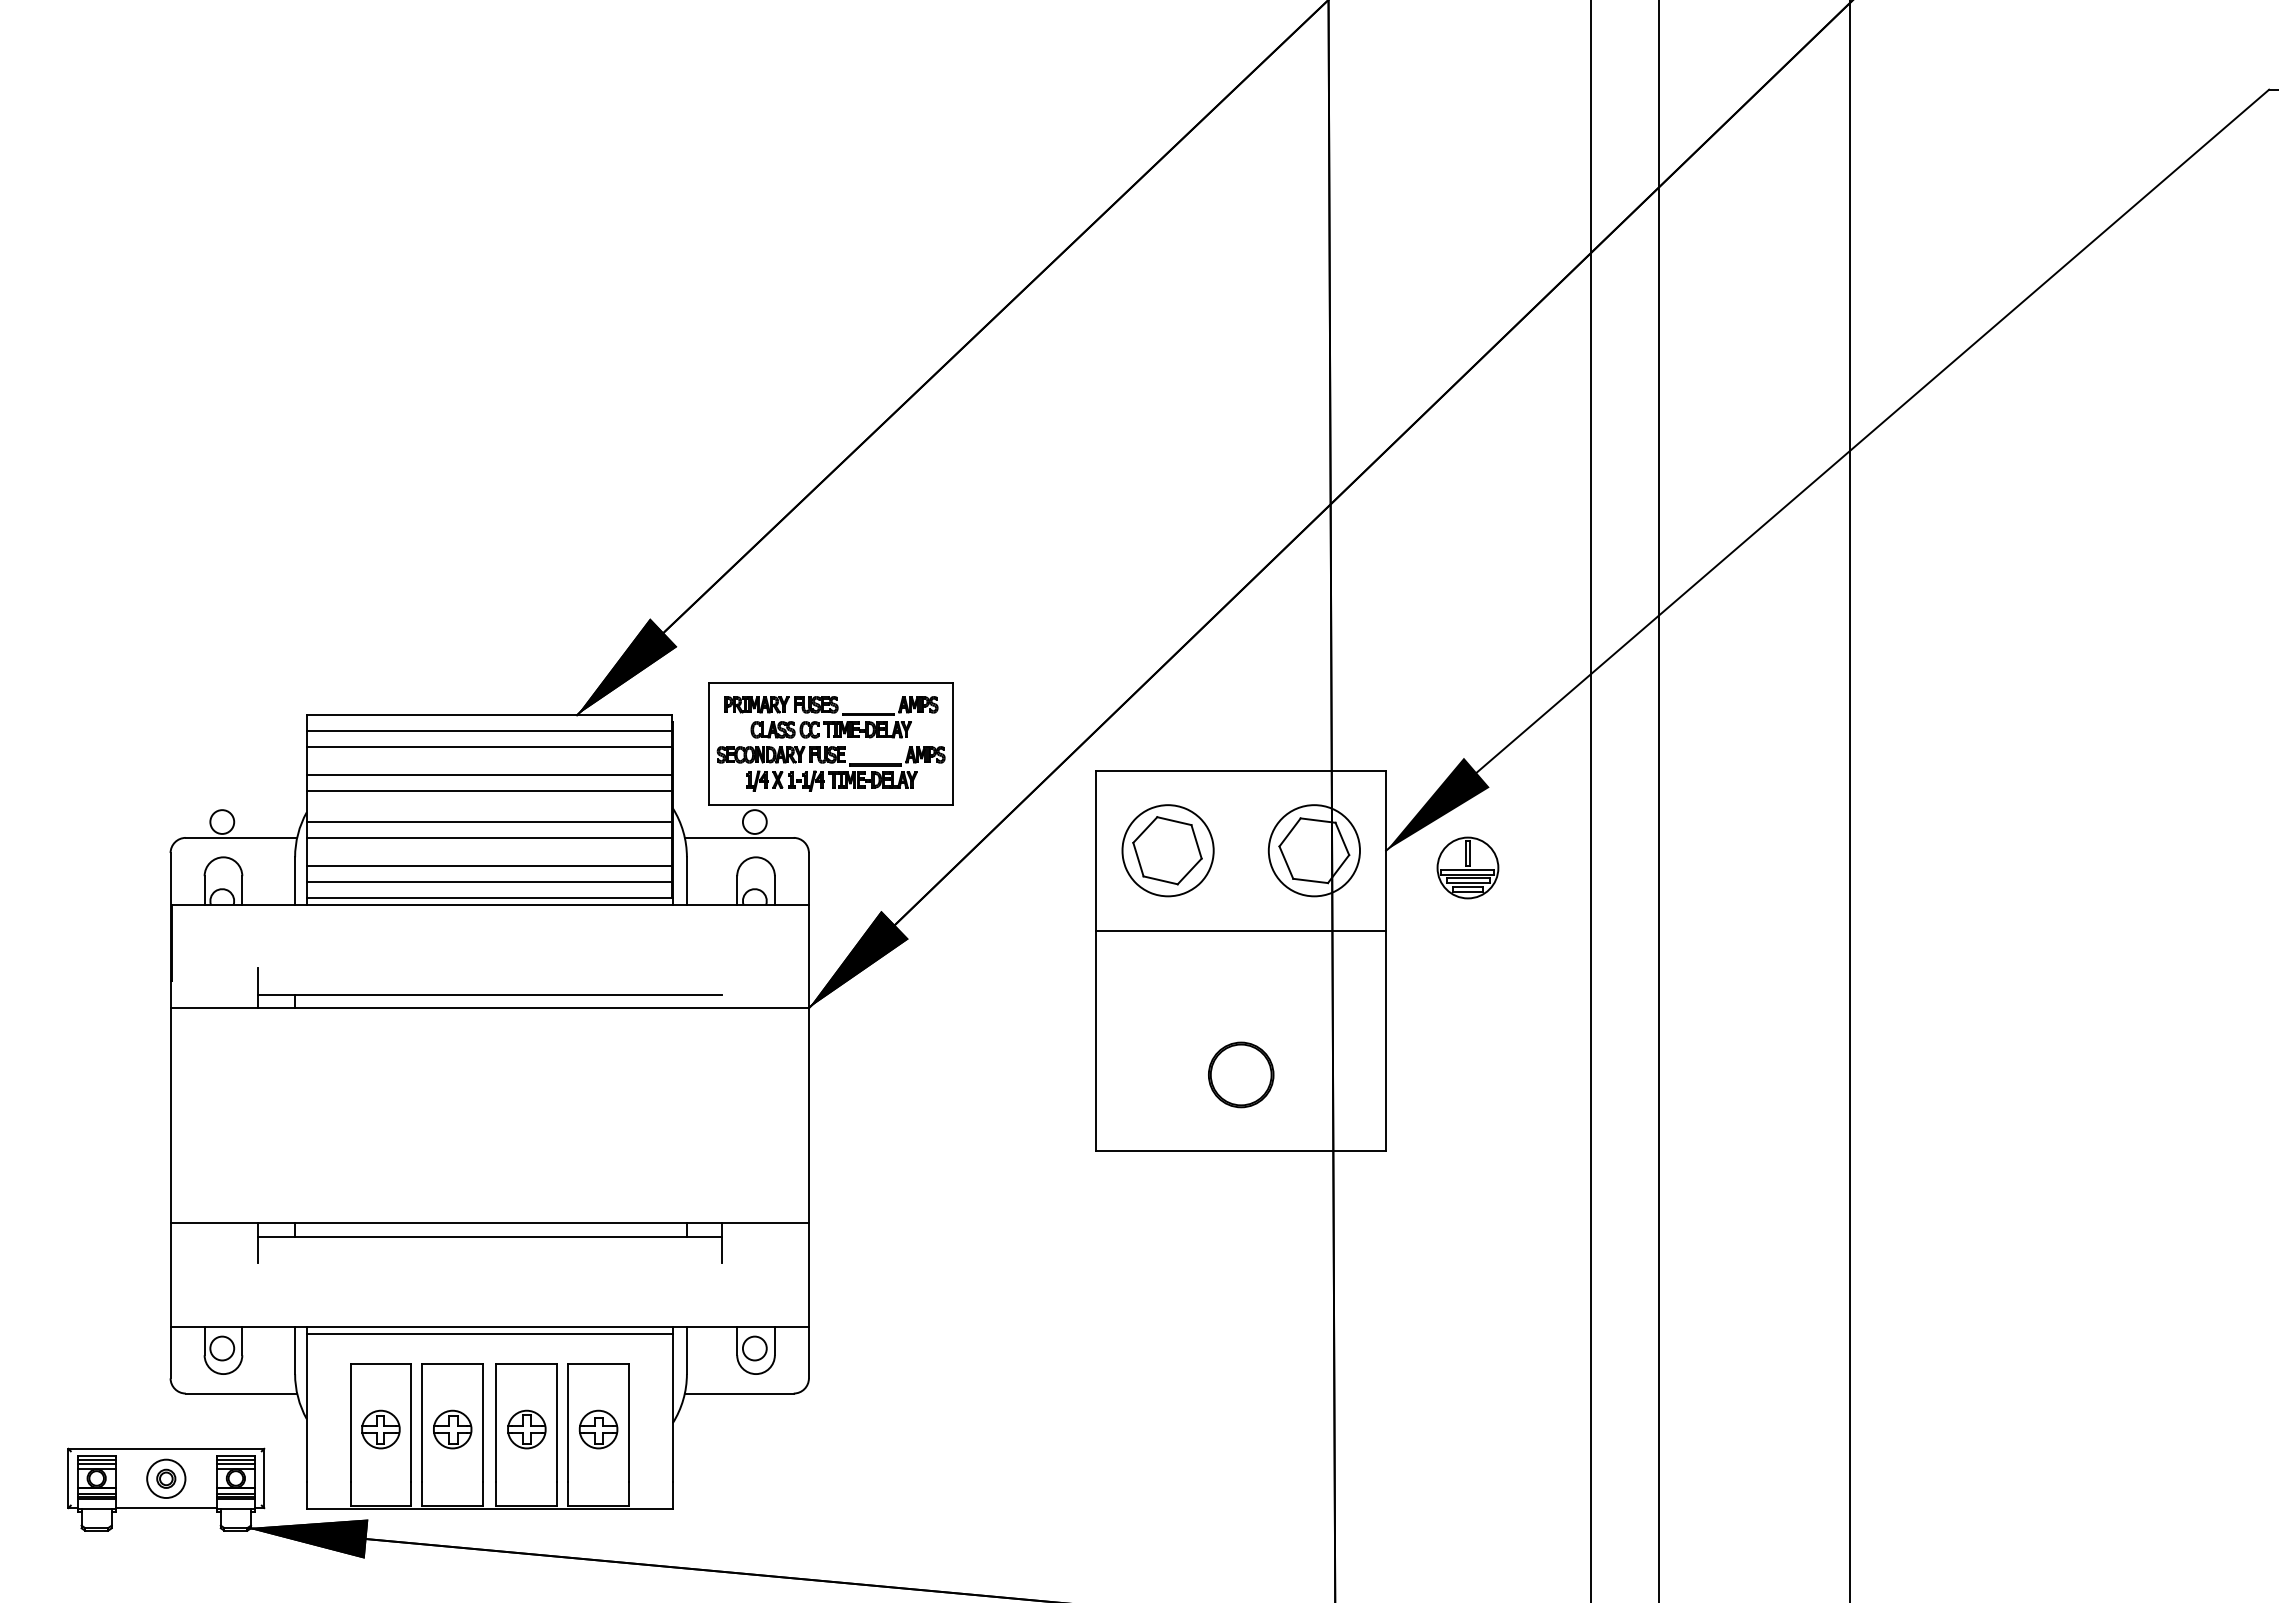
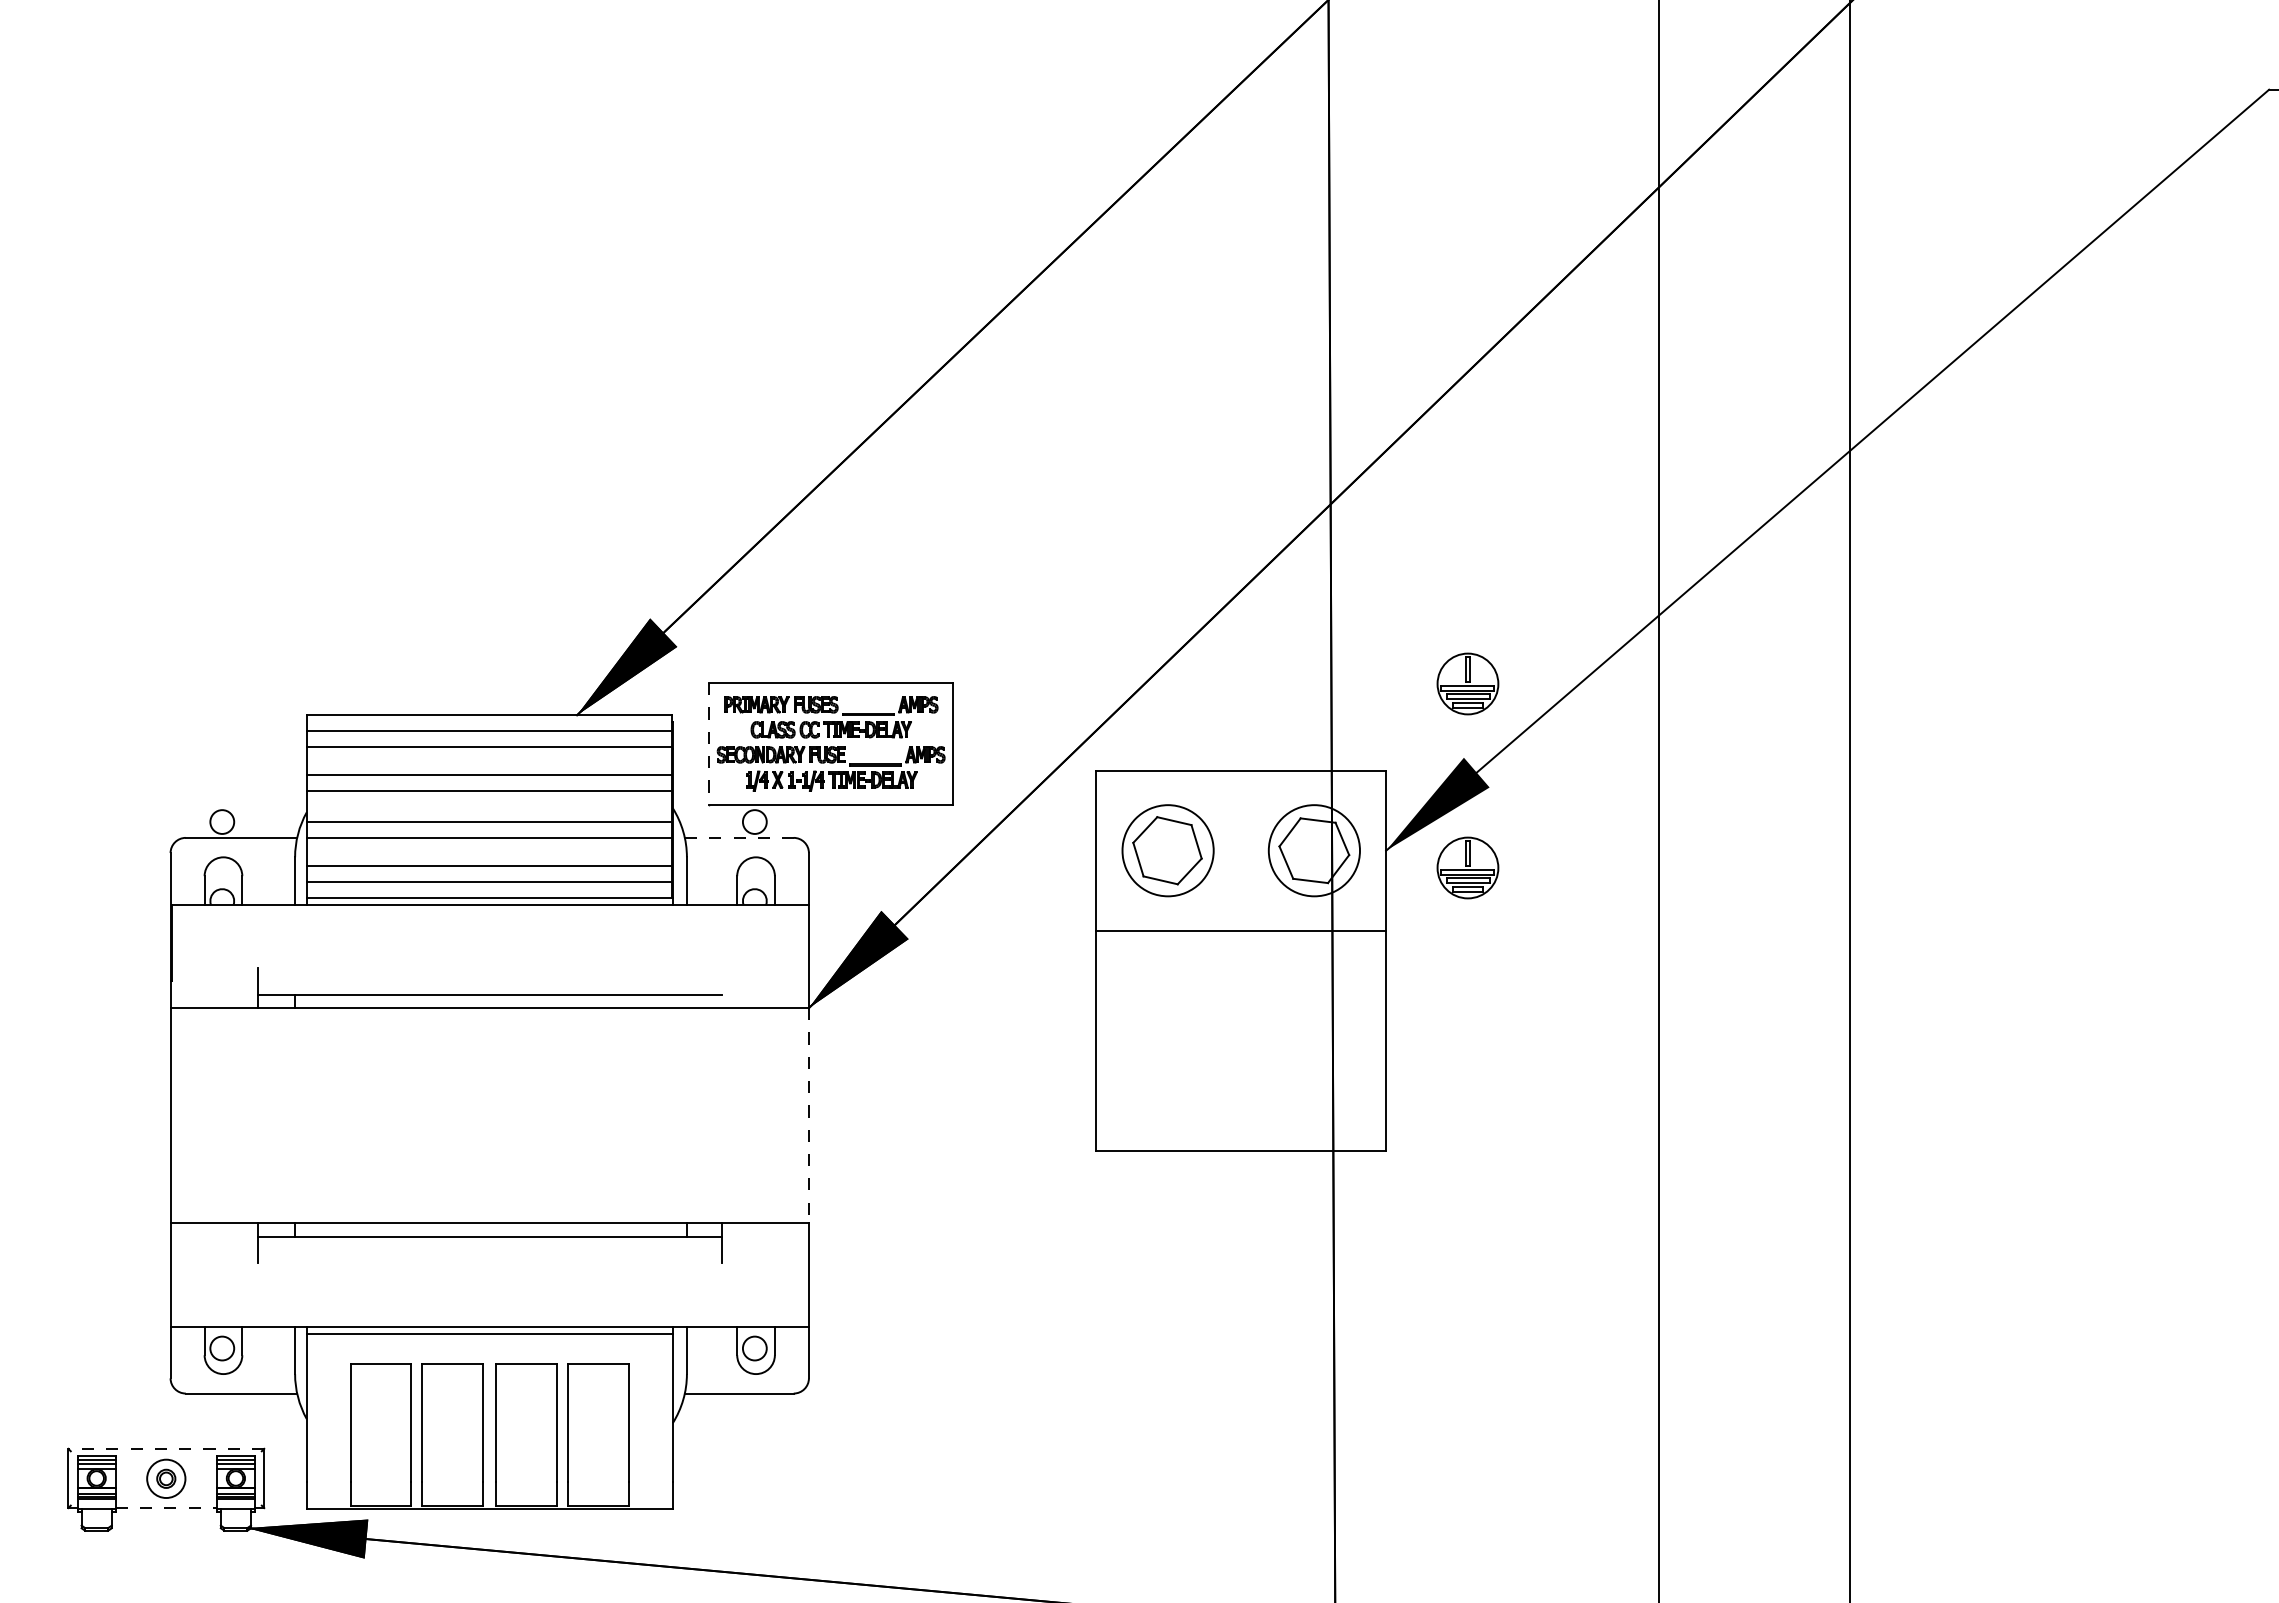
part at (1467, 683): none -> present
line at (709, 743): solid -> dashed
line at (1591, 800): present -> none
line at (739, 837): solid -> dashed
part at (1241, 1074): present -> none
line at (808, 1115): solid -> dashed
part at (380, 1429): present -> none
part at (452, 1429): present -> none
part at (526, 1429): present -> none
part at (598, 1429): present -> none
line at (166, 1448): solid -> dashed
line at (166, 1508): solid -> dashed
